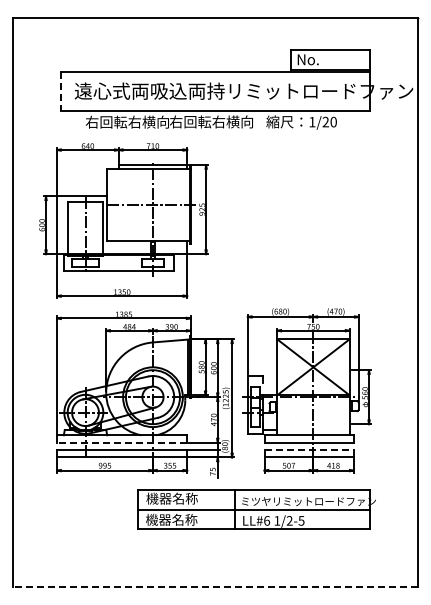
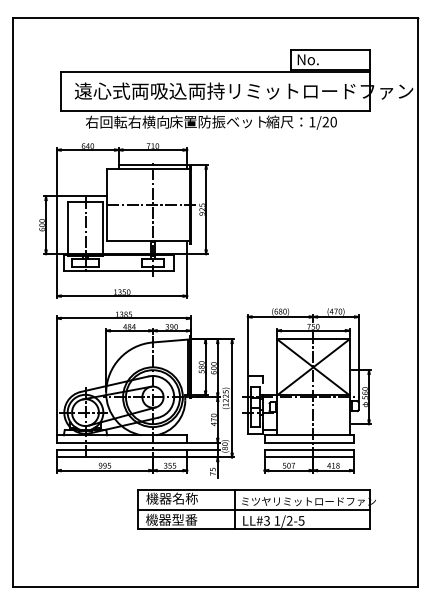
line at (61, 92): dashed -> solid
text at (217, 121): 右回転右横向 -> 床置防振ベット
line at (121, 442): dashed -> solid
line at (309, 450): dashed -> solid
text at (184, 519): 機器名称 -> 機器型番
text at (267, 520): LL#6 -> LL#3
line at (215, 586): dashed -> solid
